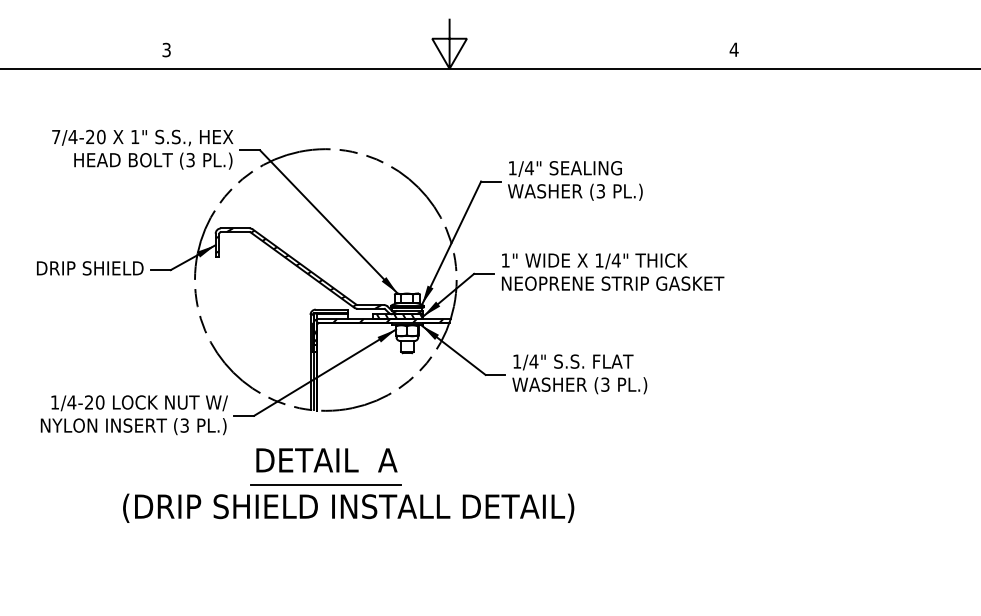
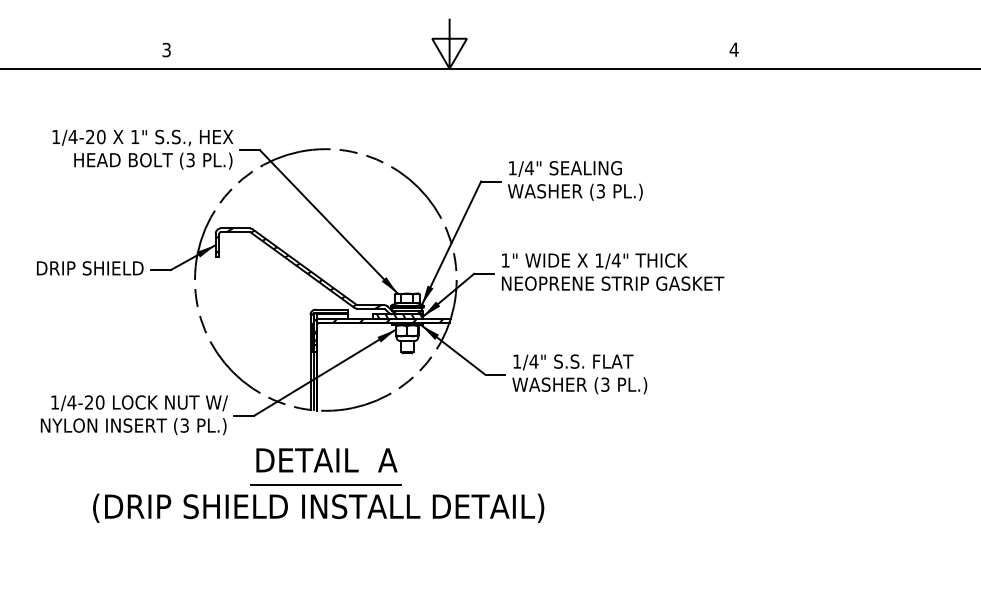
text at (56, 136): 7/4-20 -> 1/4-20
text at (348, 507) position: (348, 507) -> (318, 507)
